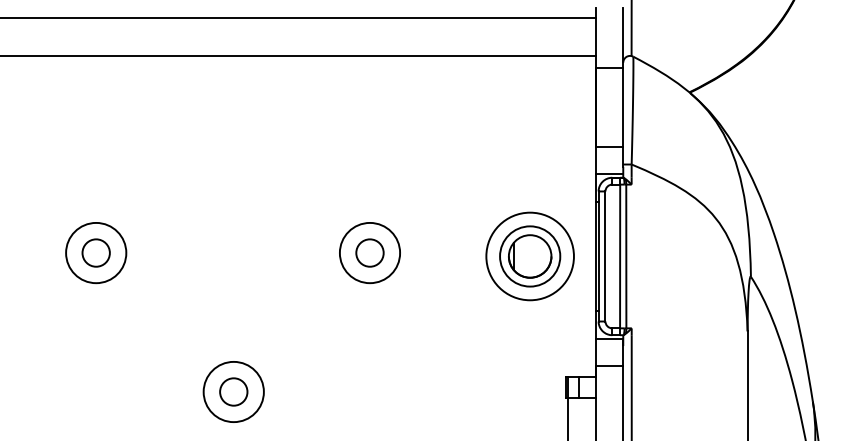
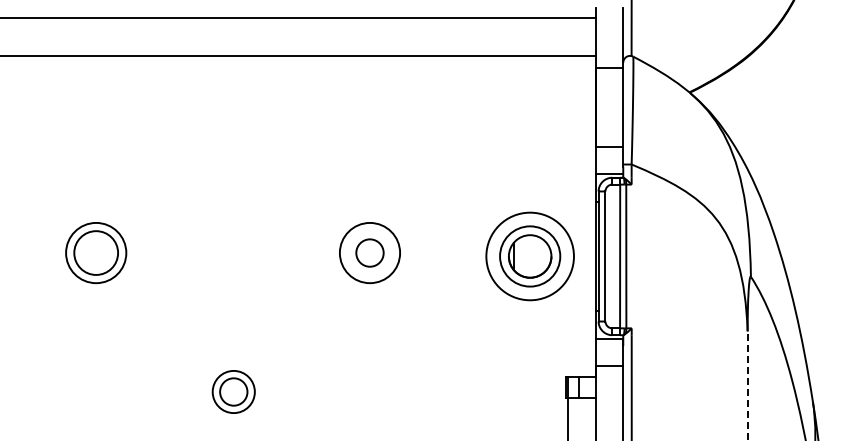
circle at (95, 252) diameter: 27 px -> 44 px
line at (747, 385): solid -> dashed
circle at (233, 391) diameter: 60 px -> 42 px
